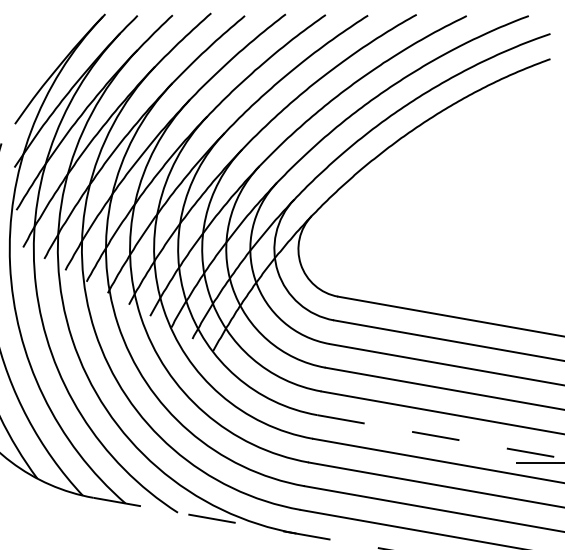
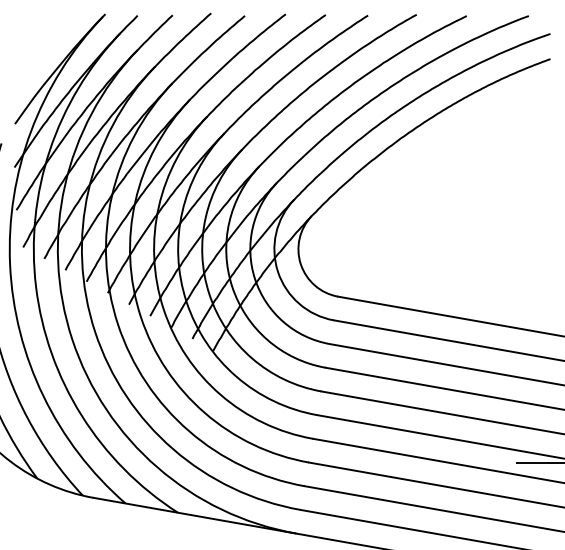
line at (441, 437): dashed -> solid
line at (241, 523): dashed -> solid
